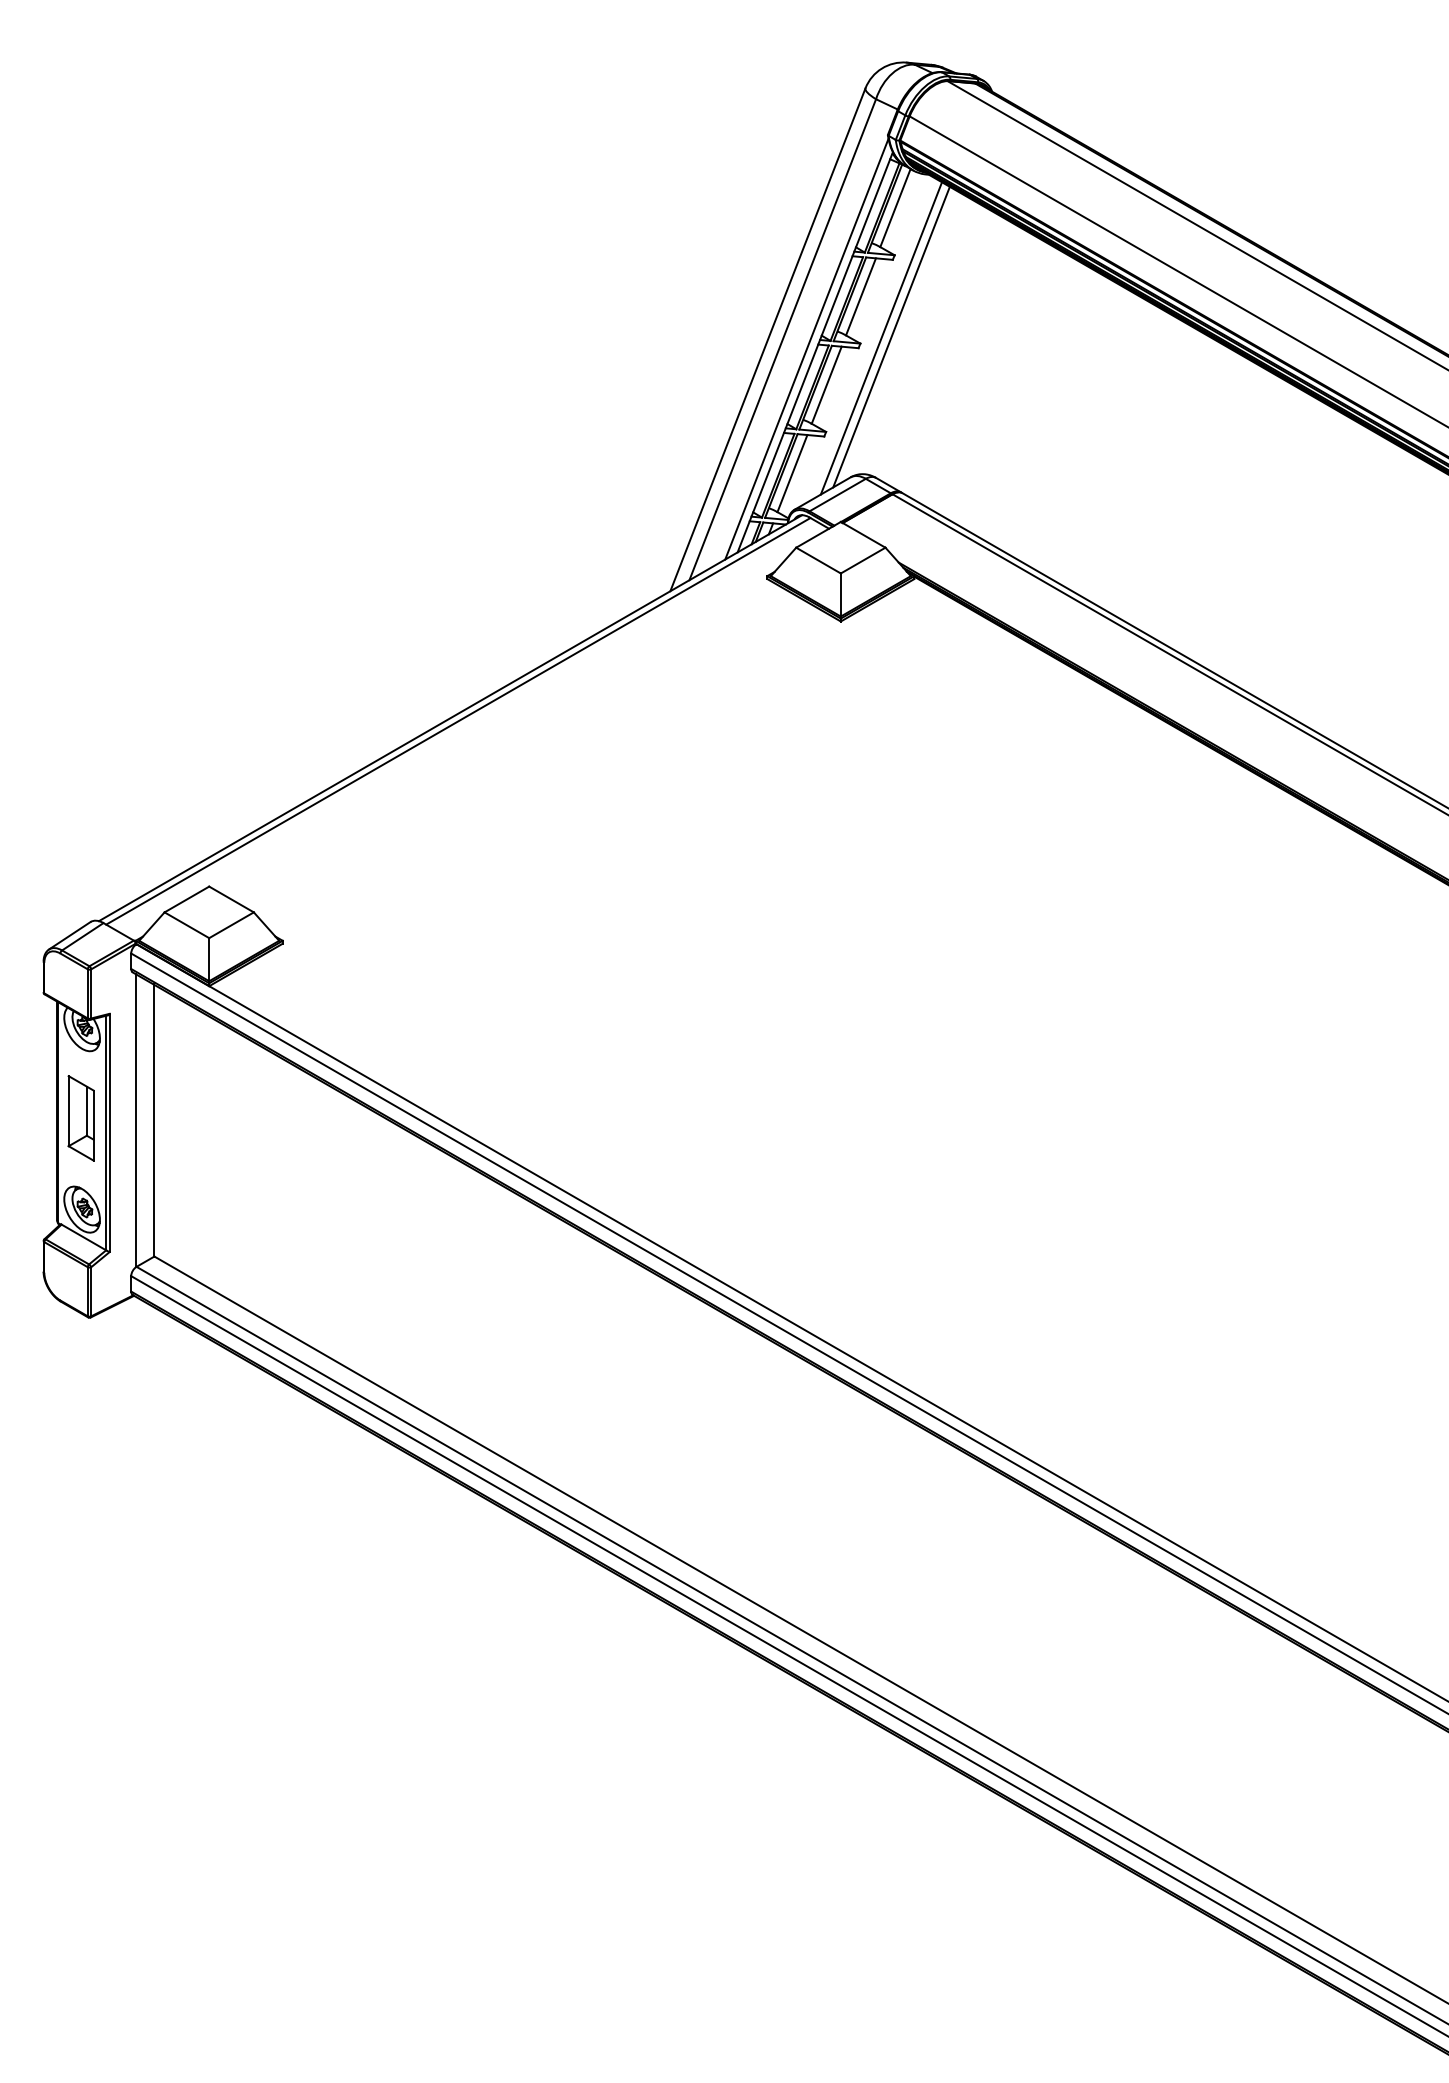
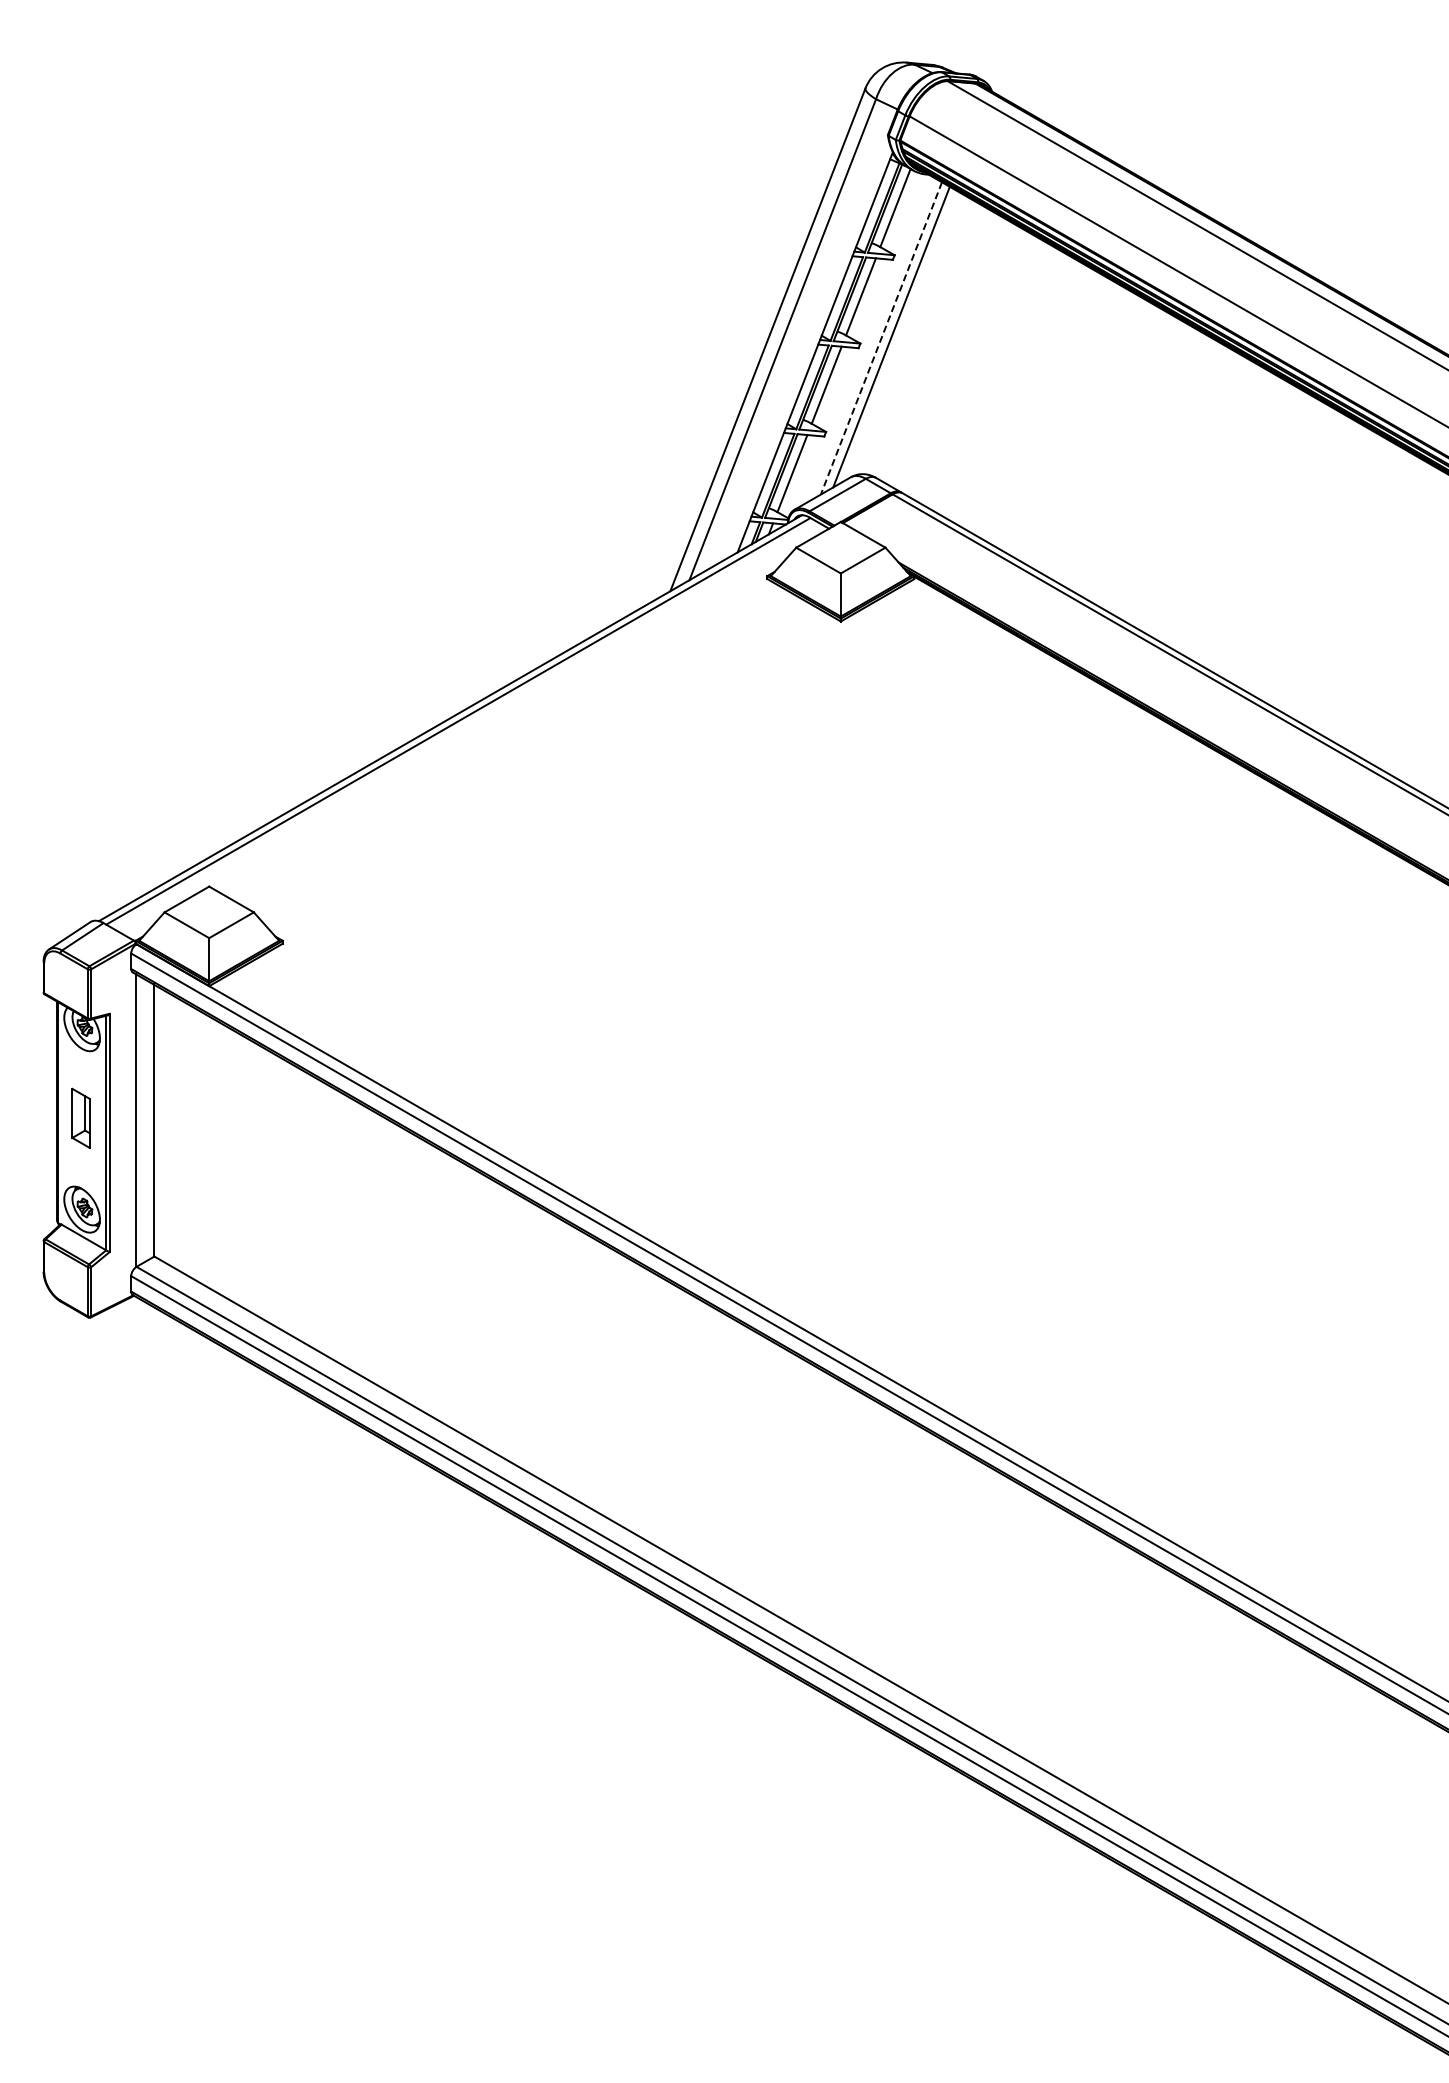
line at (881, 338): solid -> dashed
line at (806, 348): present -> none
part at (80, 1118) size: 28x87 px -> 20x62 px
